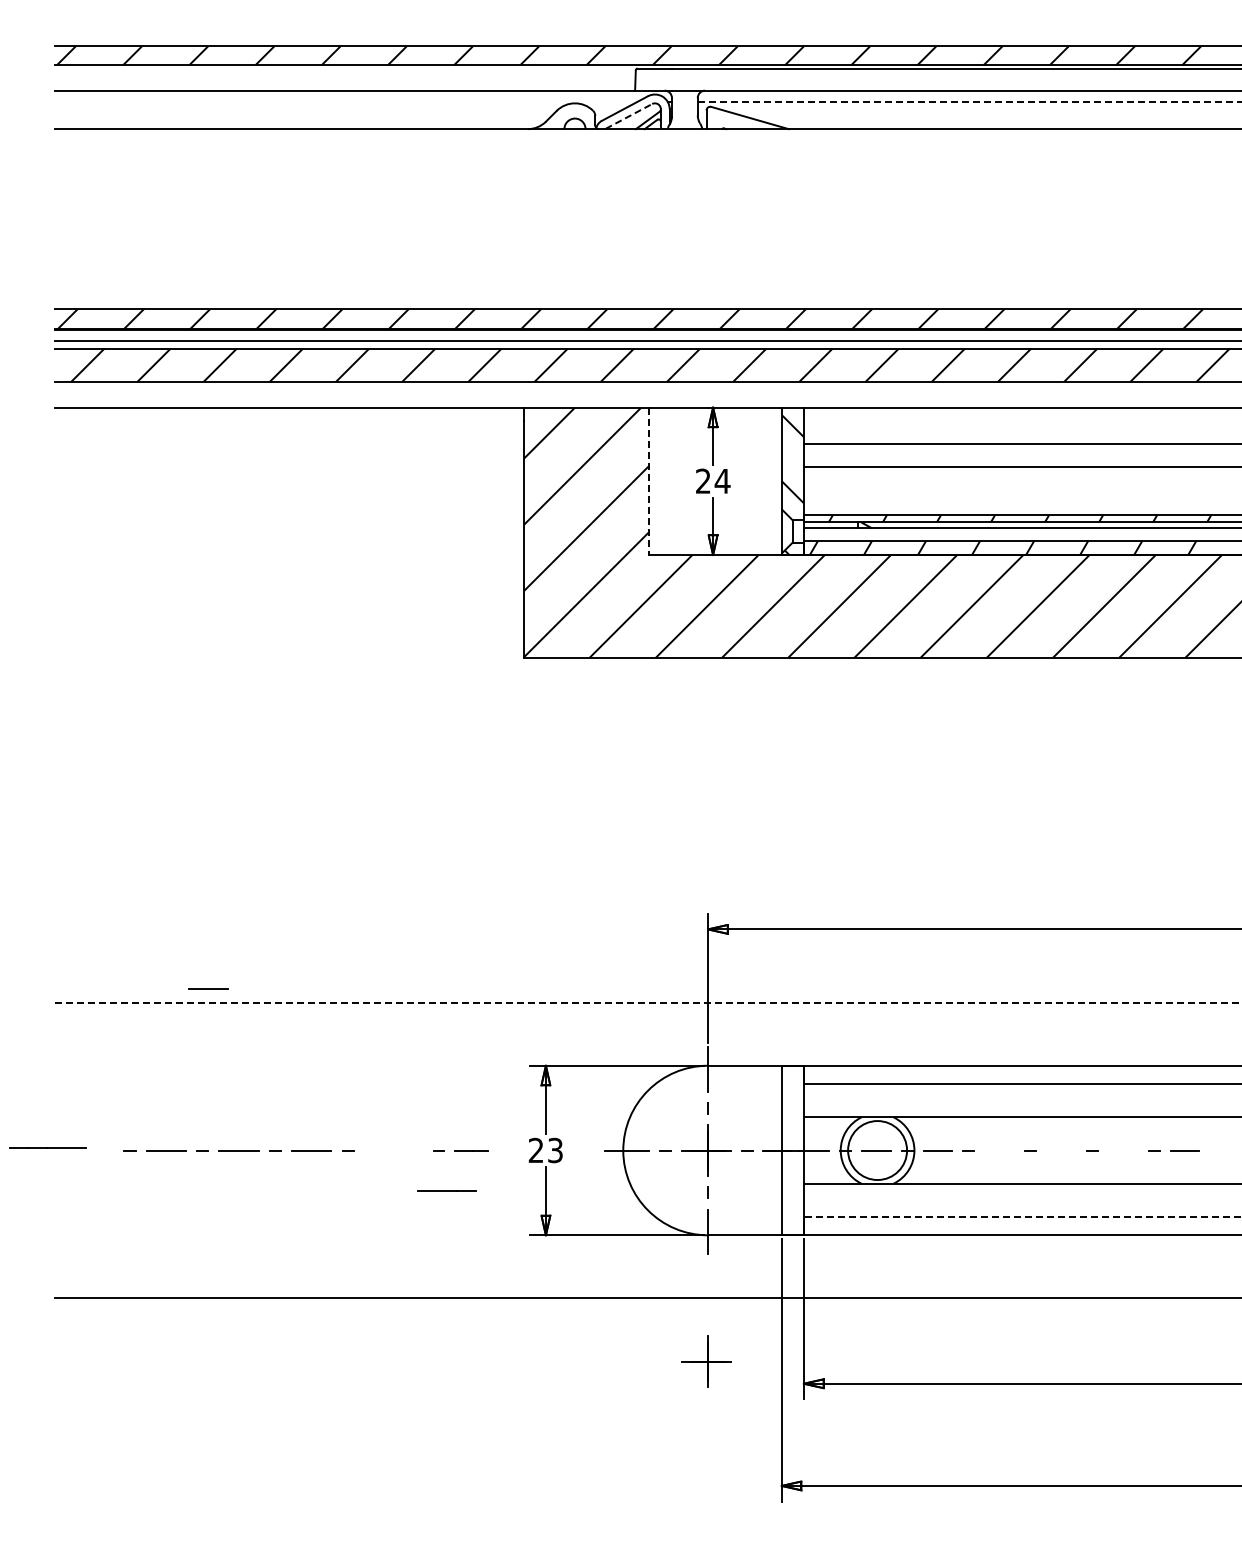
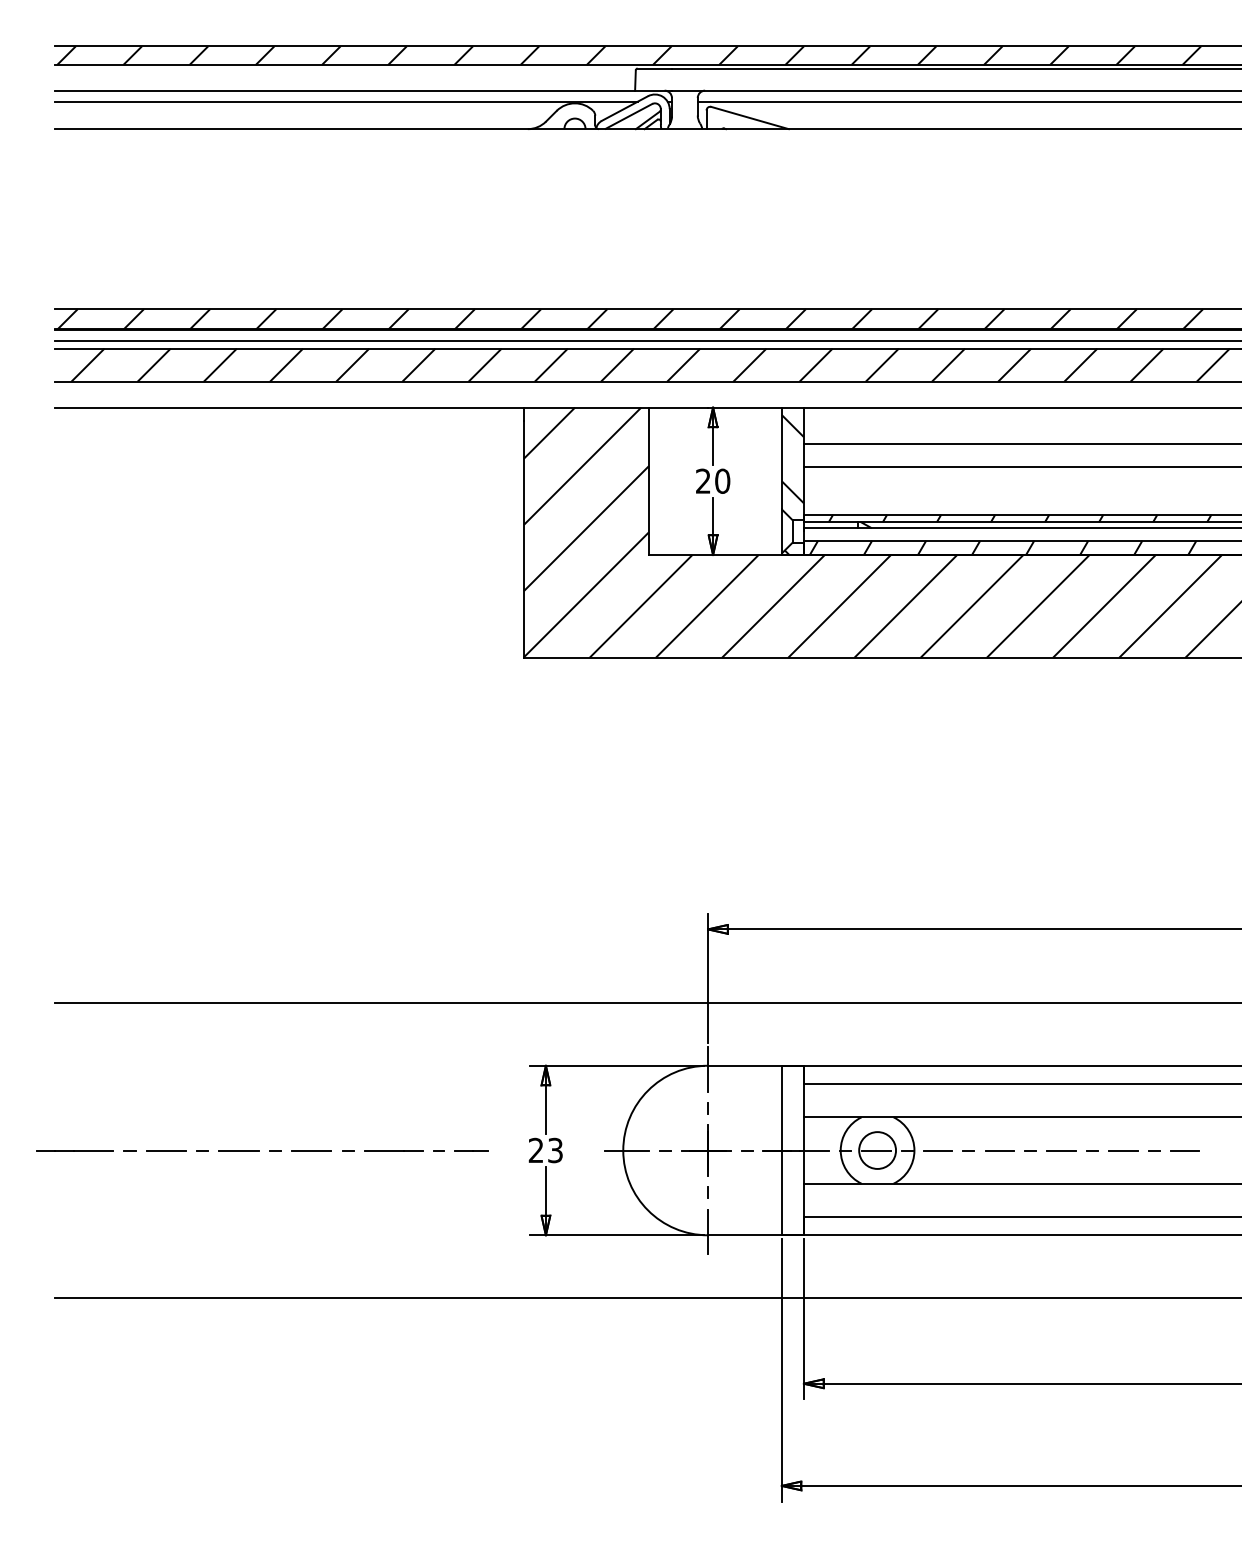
line at (346, 101): none -> present
line at (969, 101): dashed -> solid
line at (629, 116): dashed -> solid
text at (722, 480): 24 -> 20
line at (649, 481): dashed -> solid
line at (208, 988): present -> none
line at (648, 1003): dashed -> solid
line at (47, 1147) position: (47, 1147) -> (74, 1150)
circle at (877, 1150) diameter: 59 px -> 37 px
line at (999, 1150): none -> present
line at (1061, 1150): none -> present
line at (1123, 1150): none -> present
line at (446, 1190) position: (446, 1190) -> (393, 1150)
line at (1022, 1216): dashed -> solid
part at (706, 1361): present -> none
